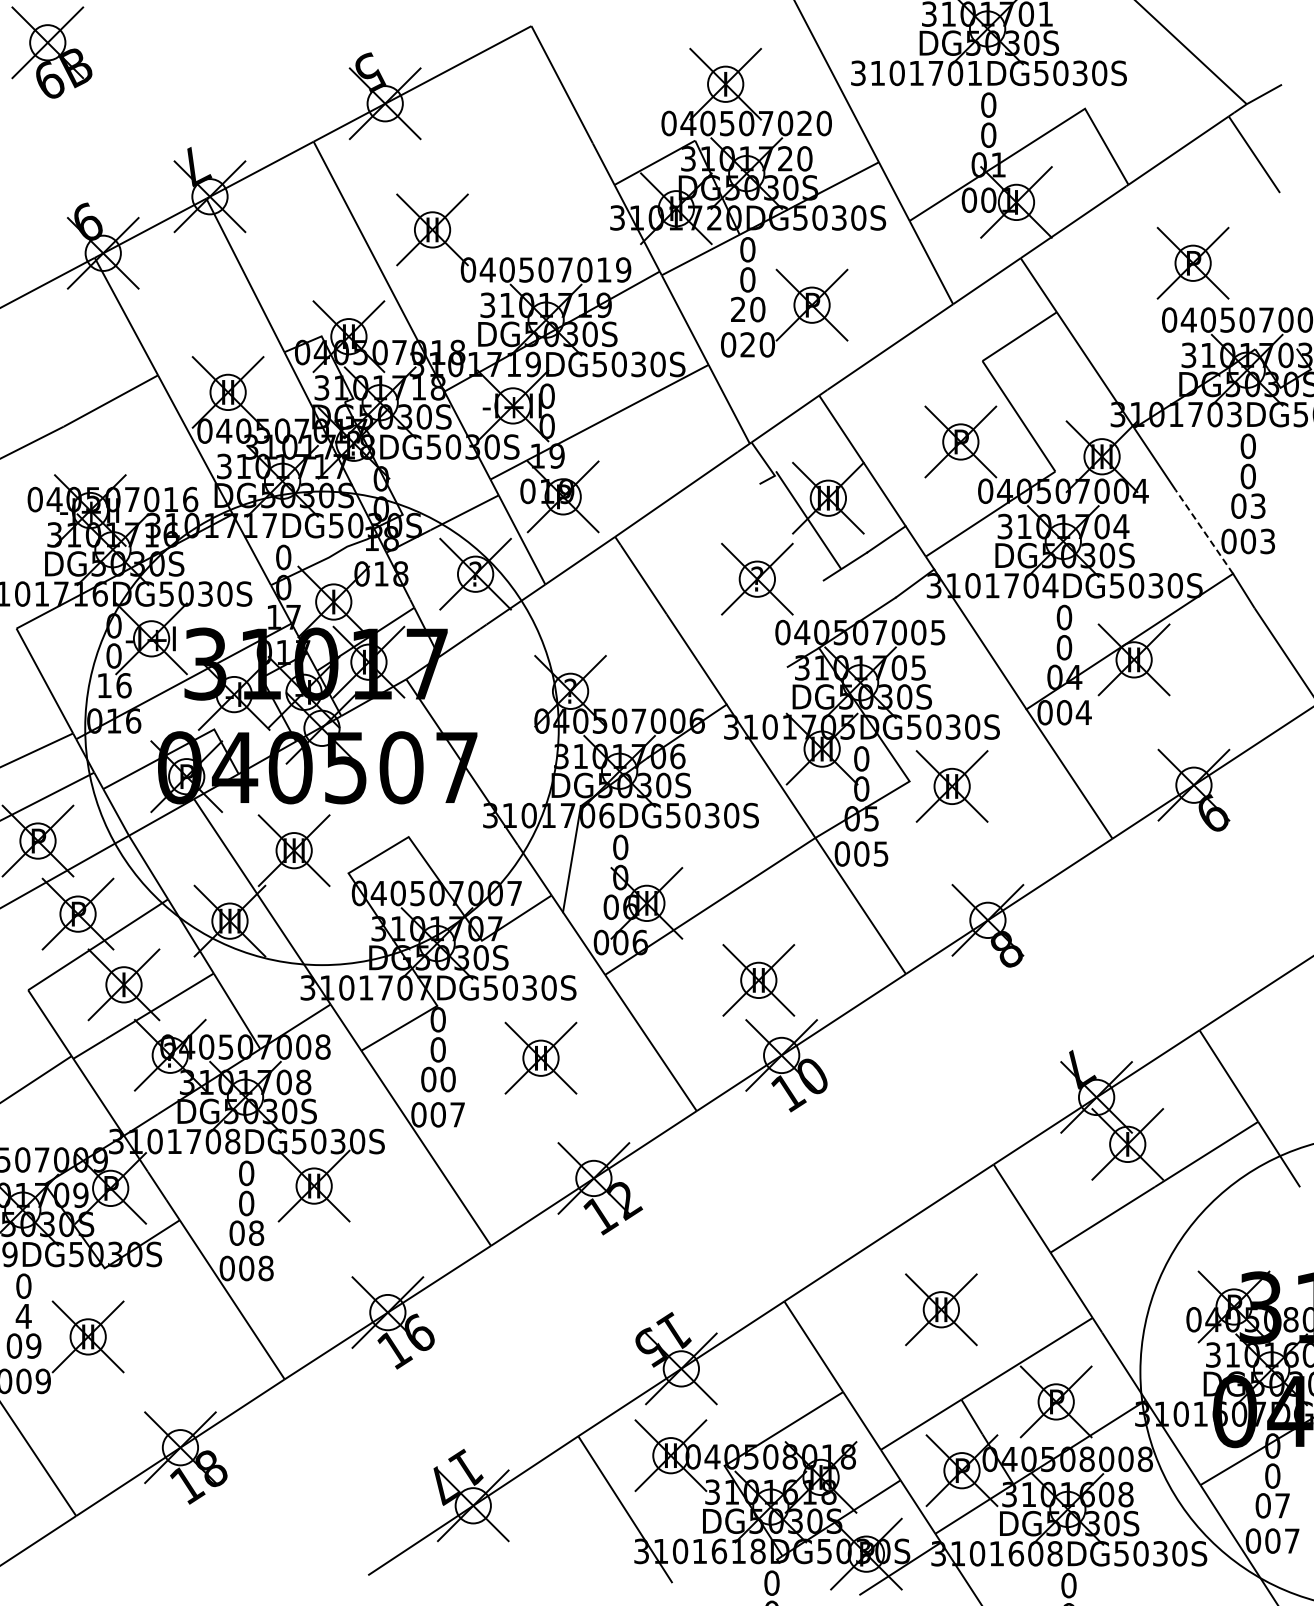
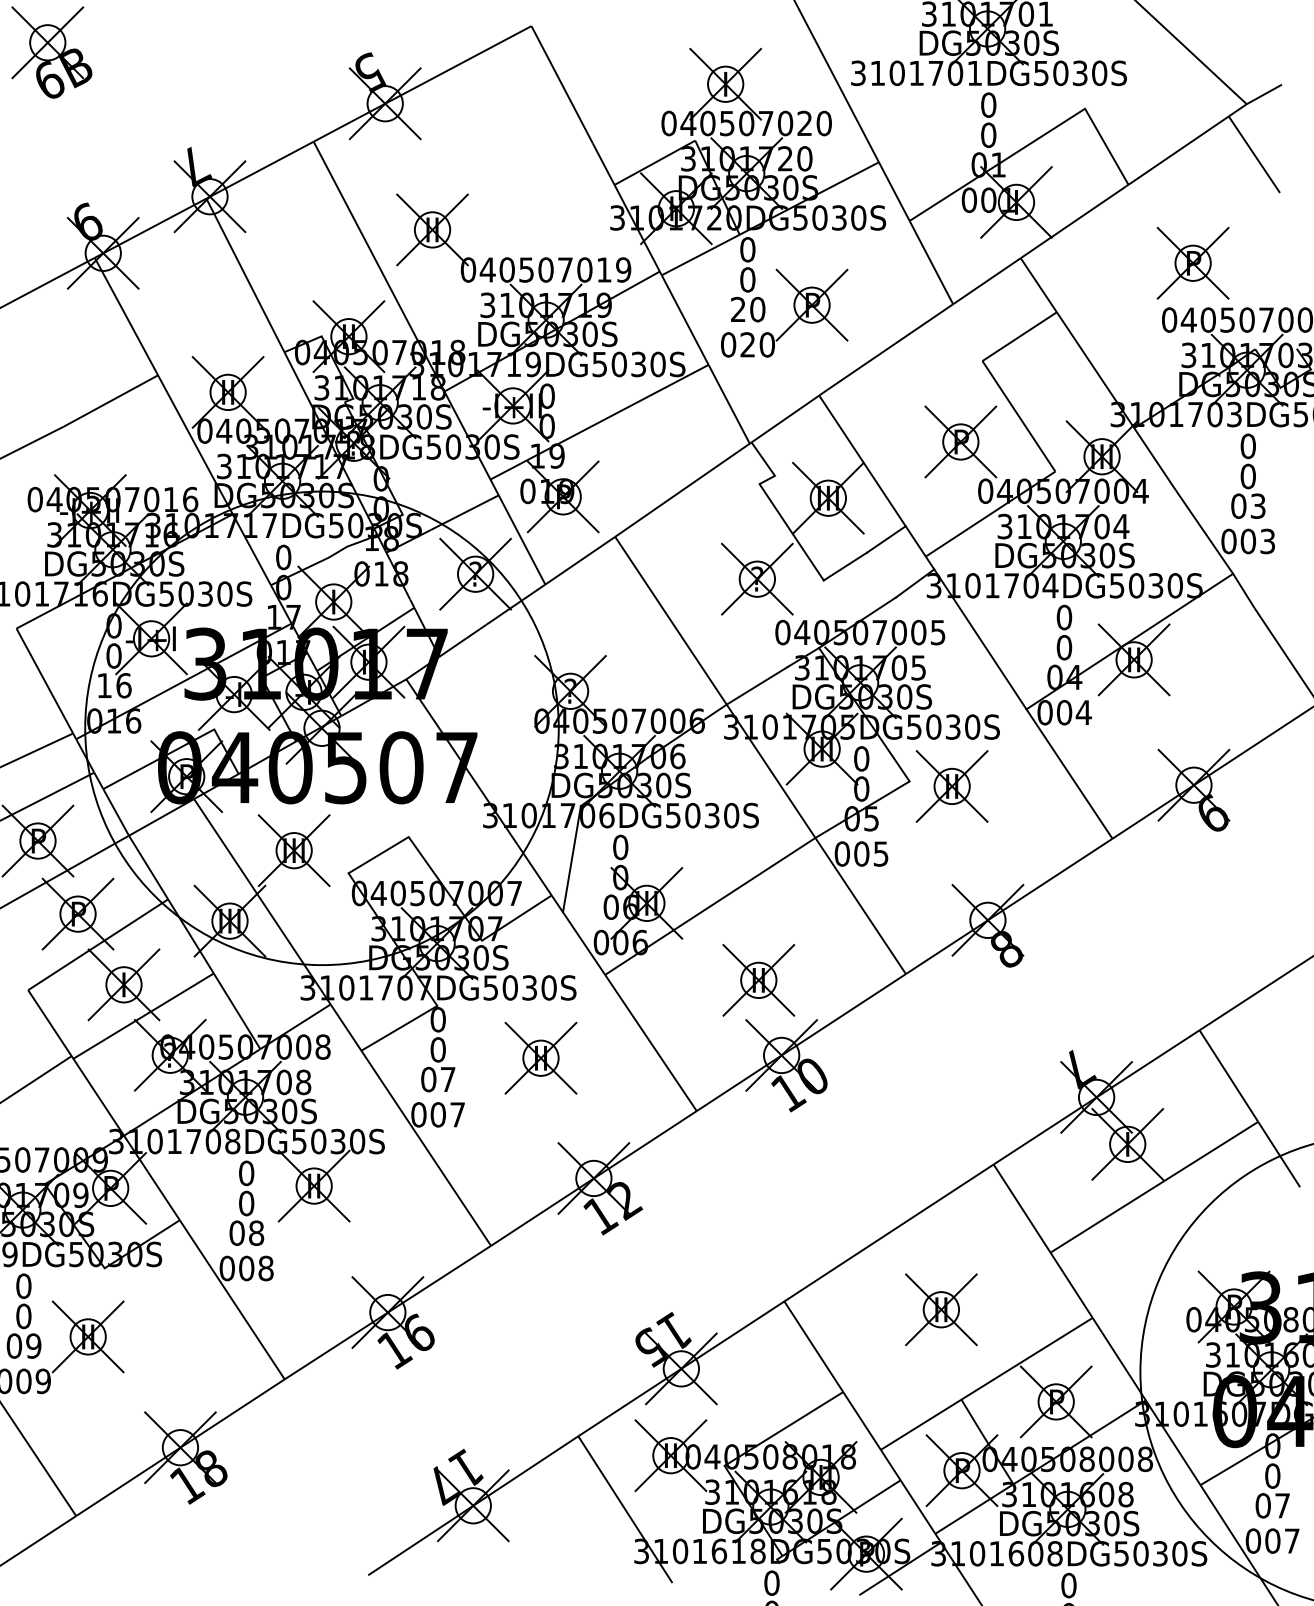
line at (808, 520) position: (808, 520) -> (791, 532)
line at (1204, 532): dashed -> solid
line at (756, 685): none -> present
text at (447, 1079): 00 -> 07
text at (23, 1316): 4 -> 0
